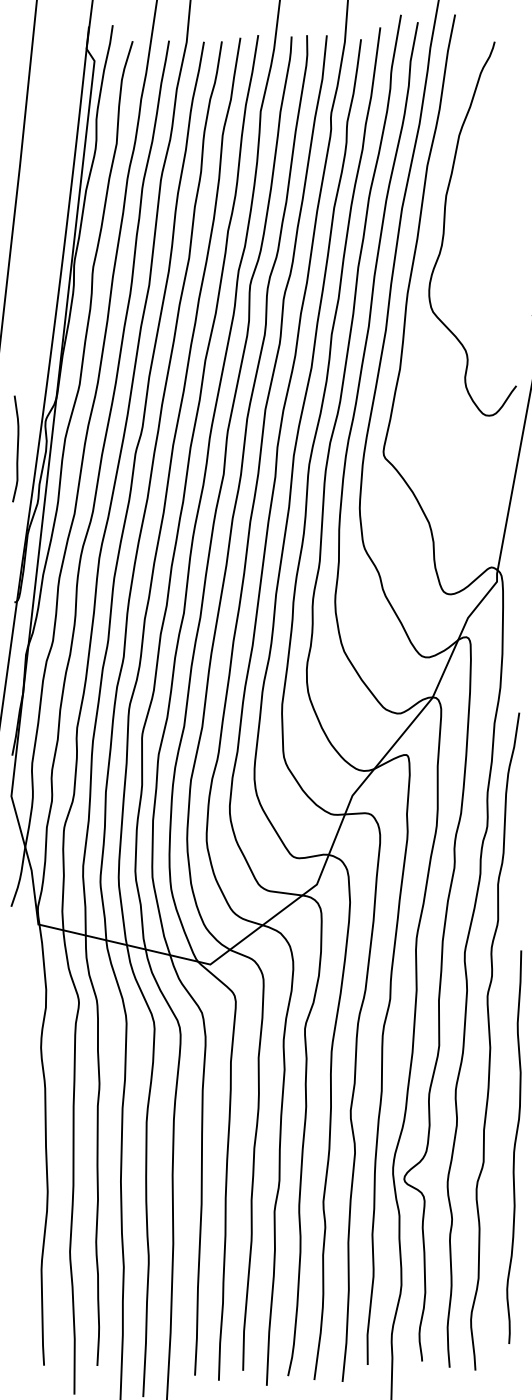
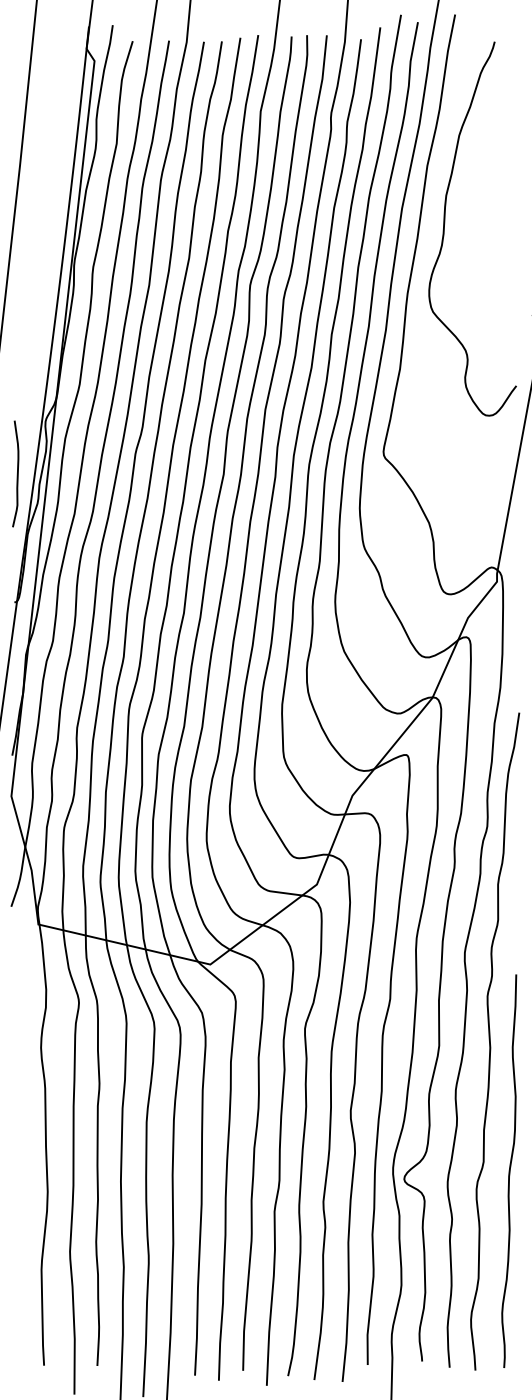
curve at (16, 449) position: (16, 449) -> (16, 474)
curve at (514, 1146) position: (514, 1146) -> (509, 1170)
